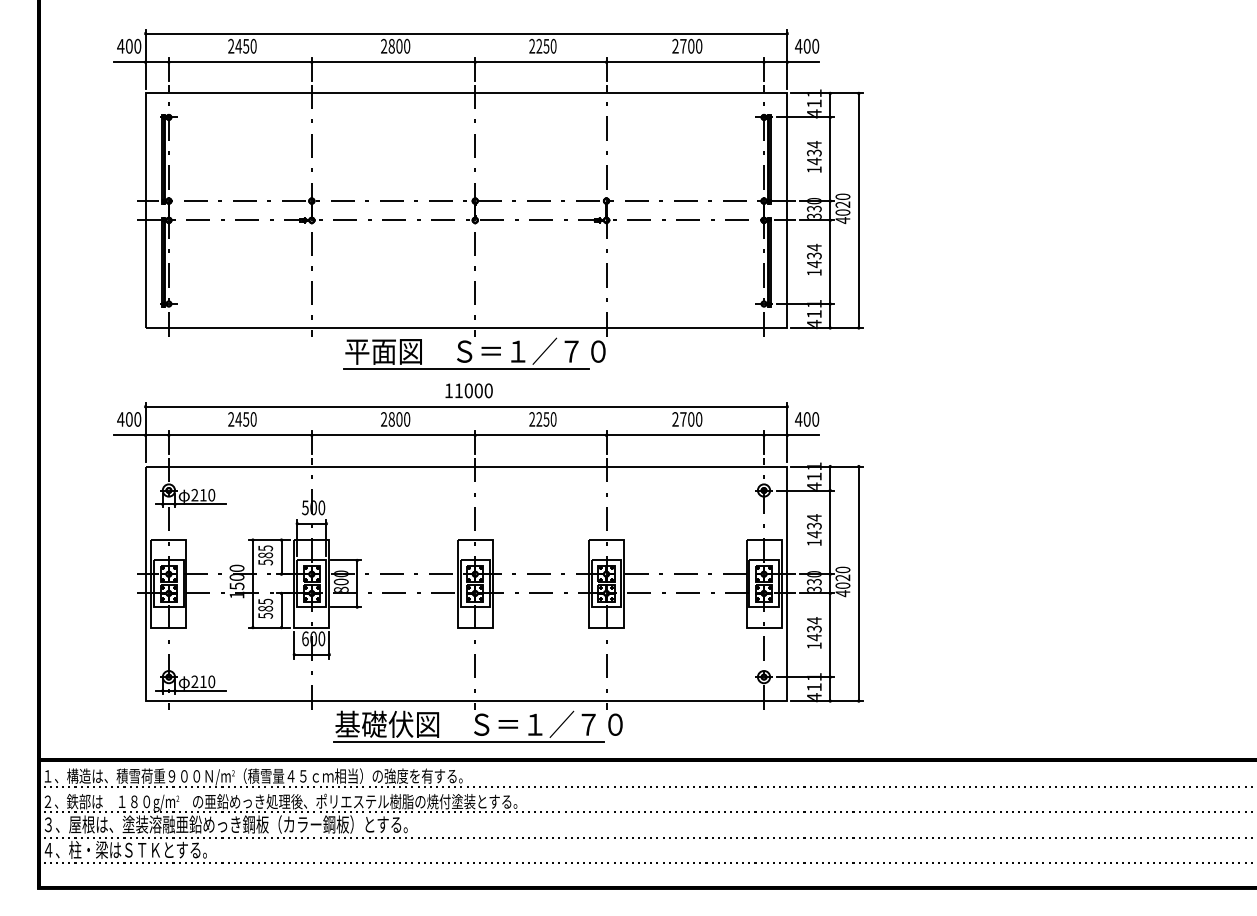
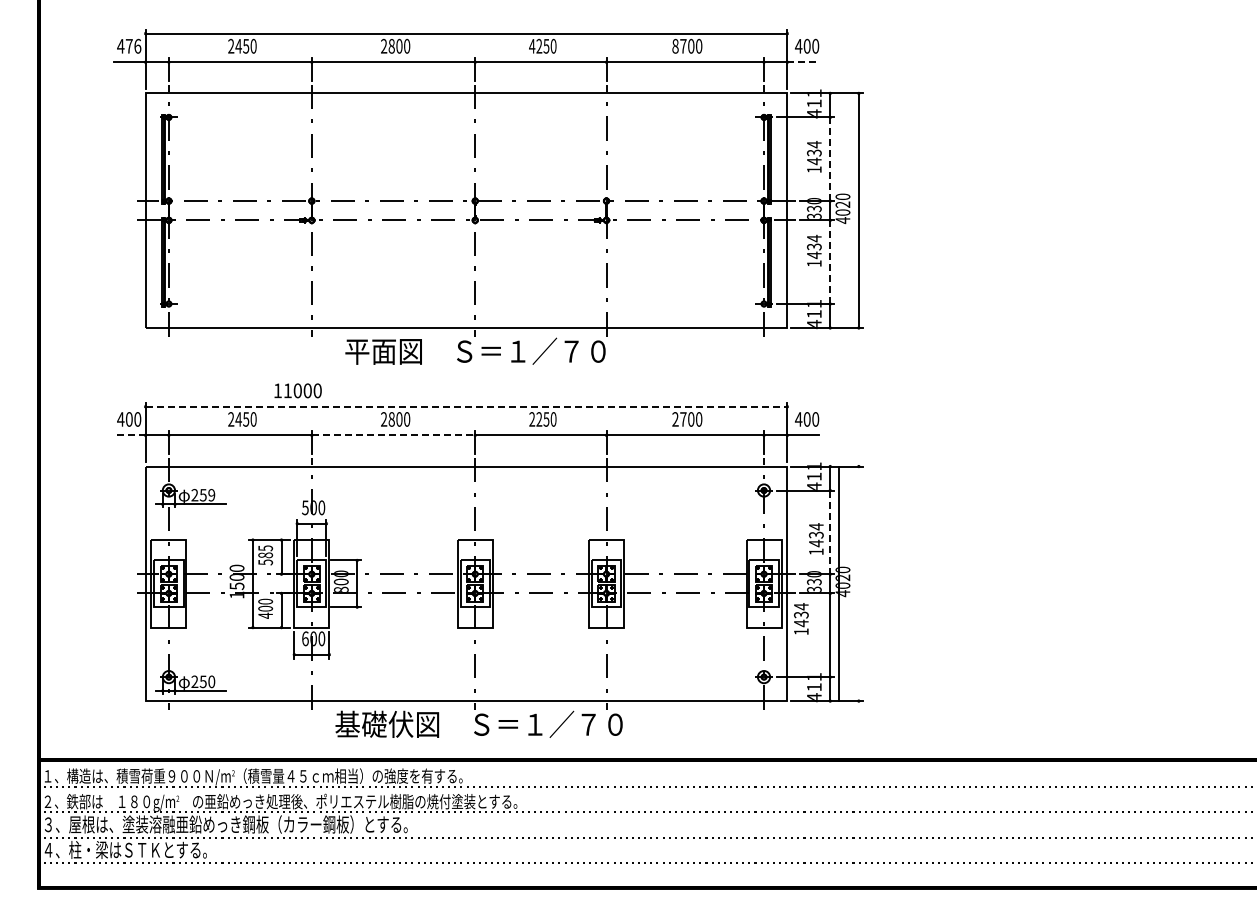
text at (133, 45): 400 -> 476
text at (532, 45): 2250 -> 4250
text at (675, 46): 2700 -> 8700
line at (803, 62): solid -> dashed
line at (830, 159): solid -> dashed
text at (814, 259) position: (814, 259) -> (814, 250)
line at (830, 262): solid -> dashed
line at (466, 368): present -> none
text at (468, 390) position: (468, 390) -> (297, 390)
line at (466, 406): solid -> dashed
line at (129, 435): solid -> dashed
line at (393, 435): solid -> dashed
text at (207, 495): 210 -> 259
text at (814, 529) position: (814, 529) -> (816, 538)
line at (830, 532): solid -> dashed
line at (858, 583) position: (858, 583) -> (838, 583)
text at (265, 608): 585 -> 400
text at (814, 632) position: (814, 632) -> (801, 618)
text at (202, 681): 210 -> 250
line at (468, 741): present -> none
